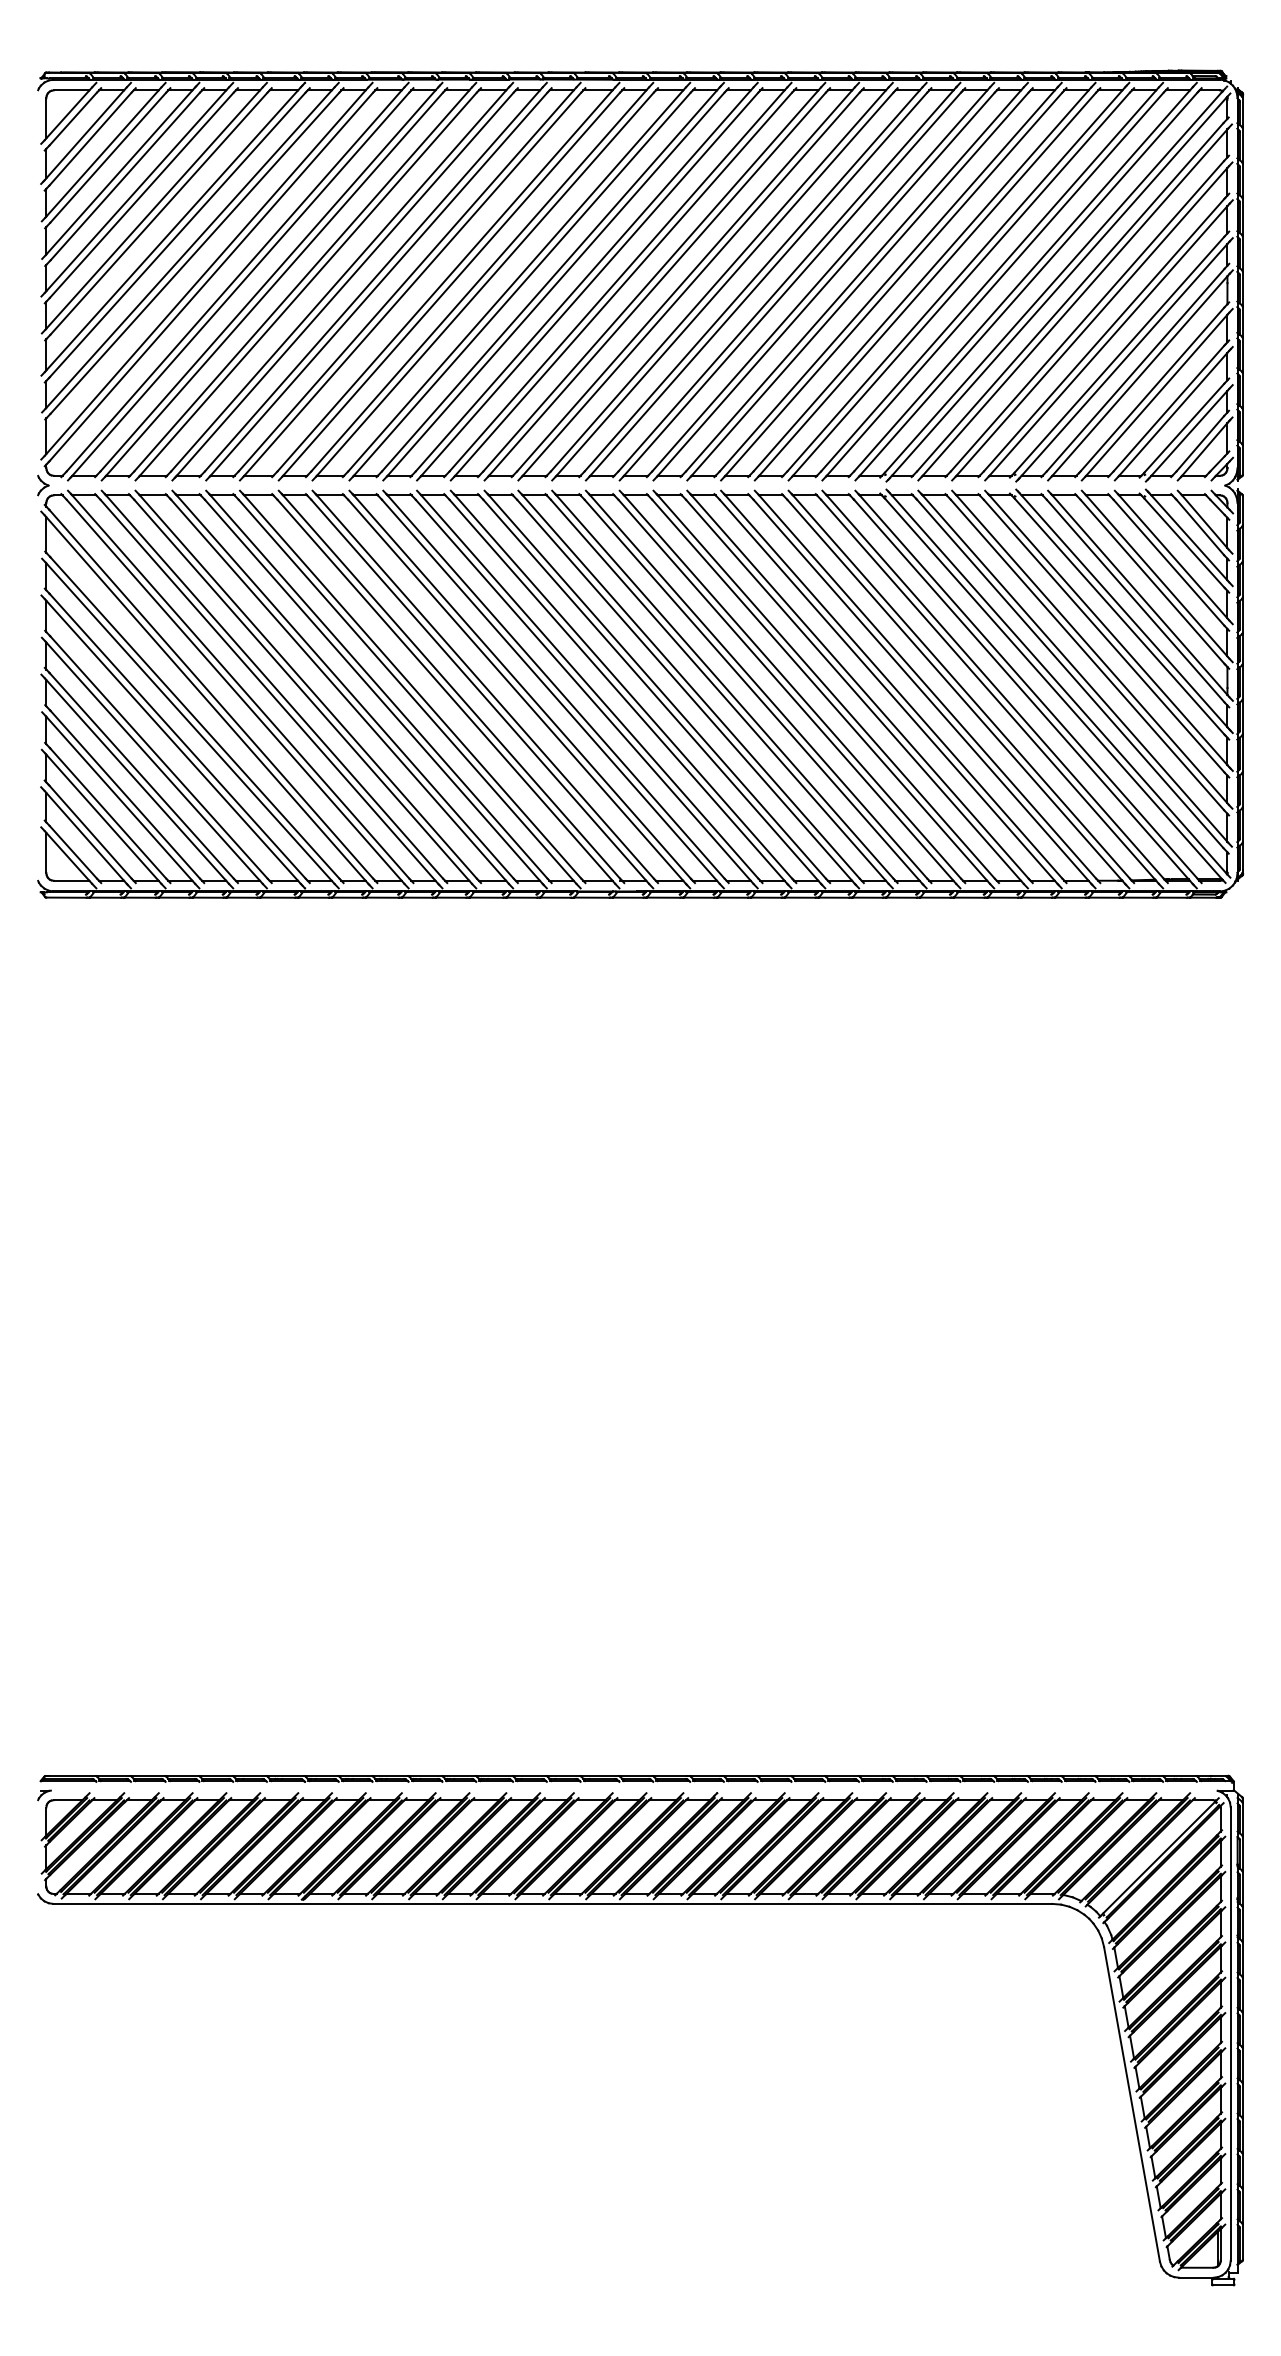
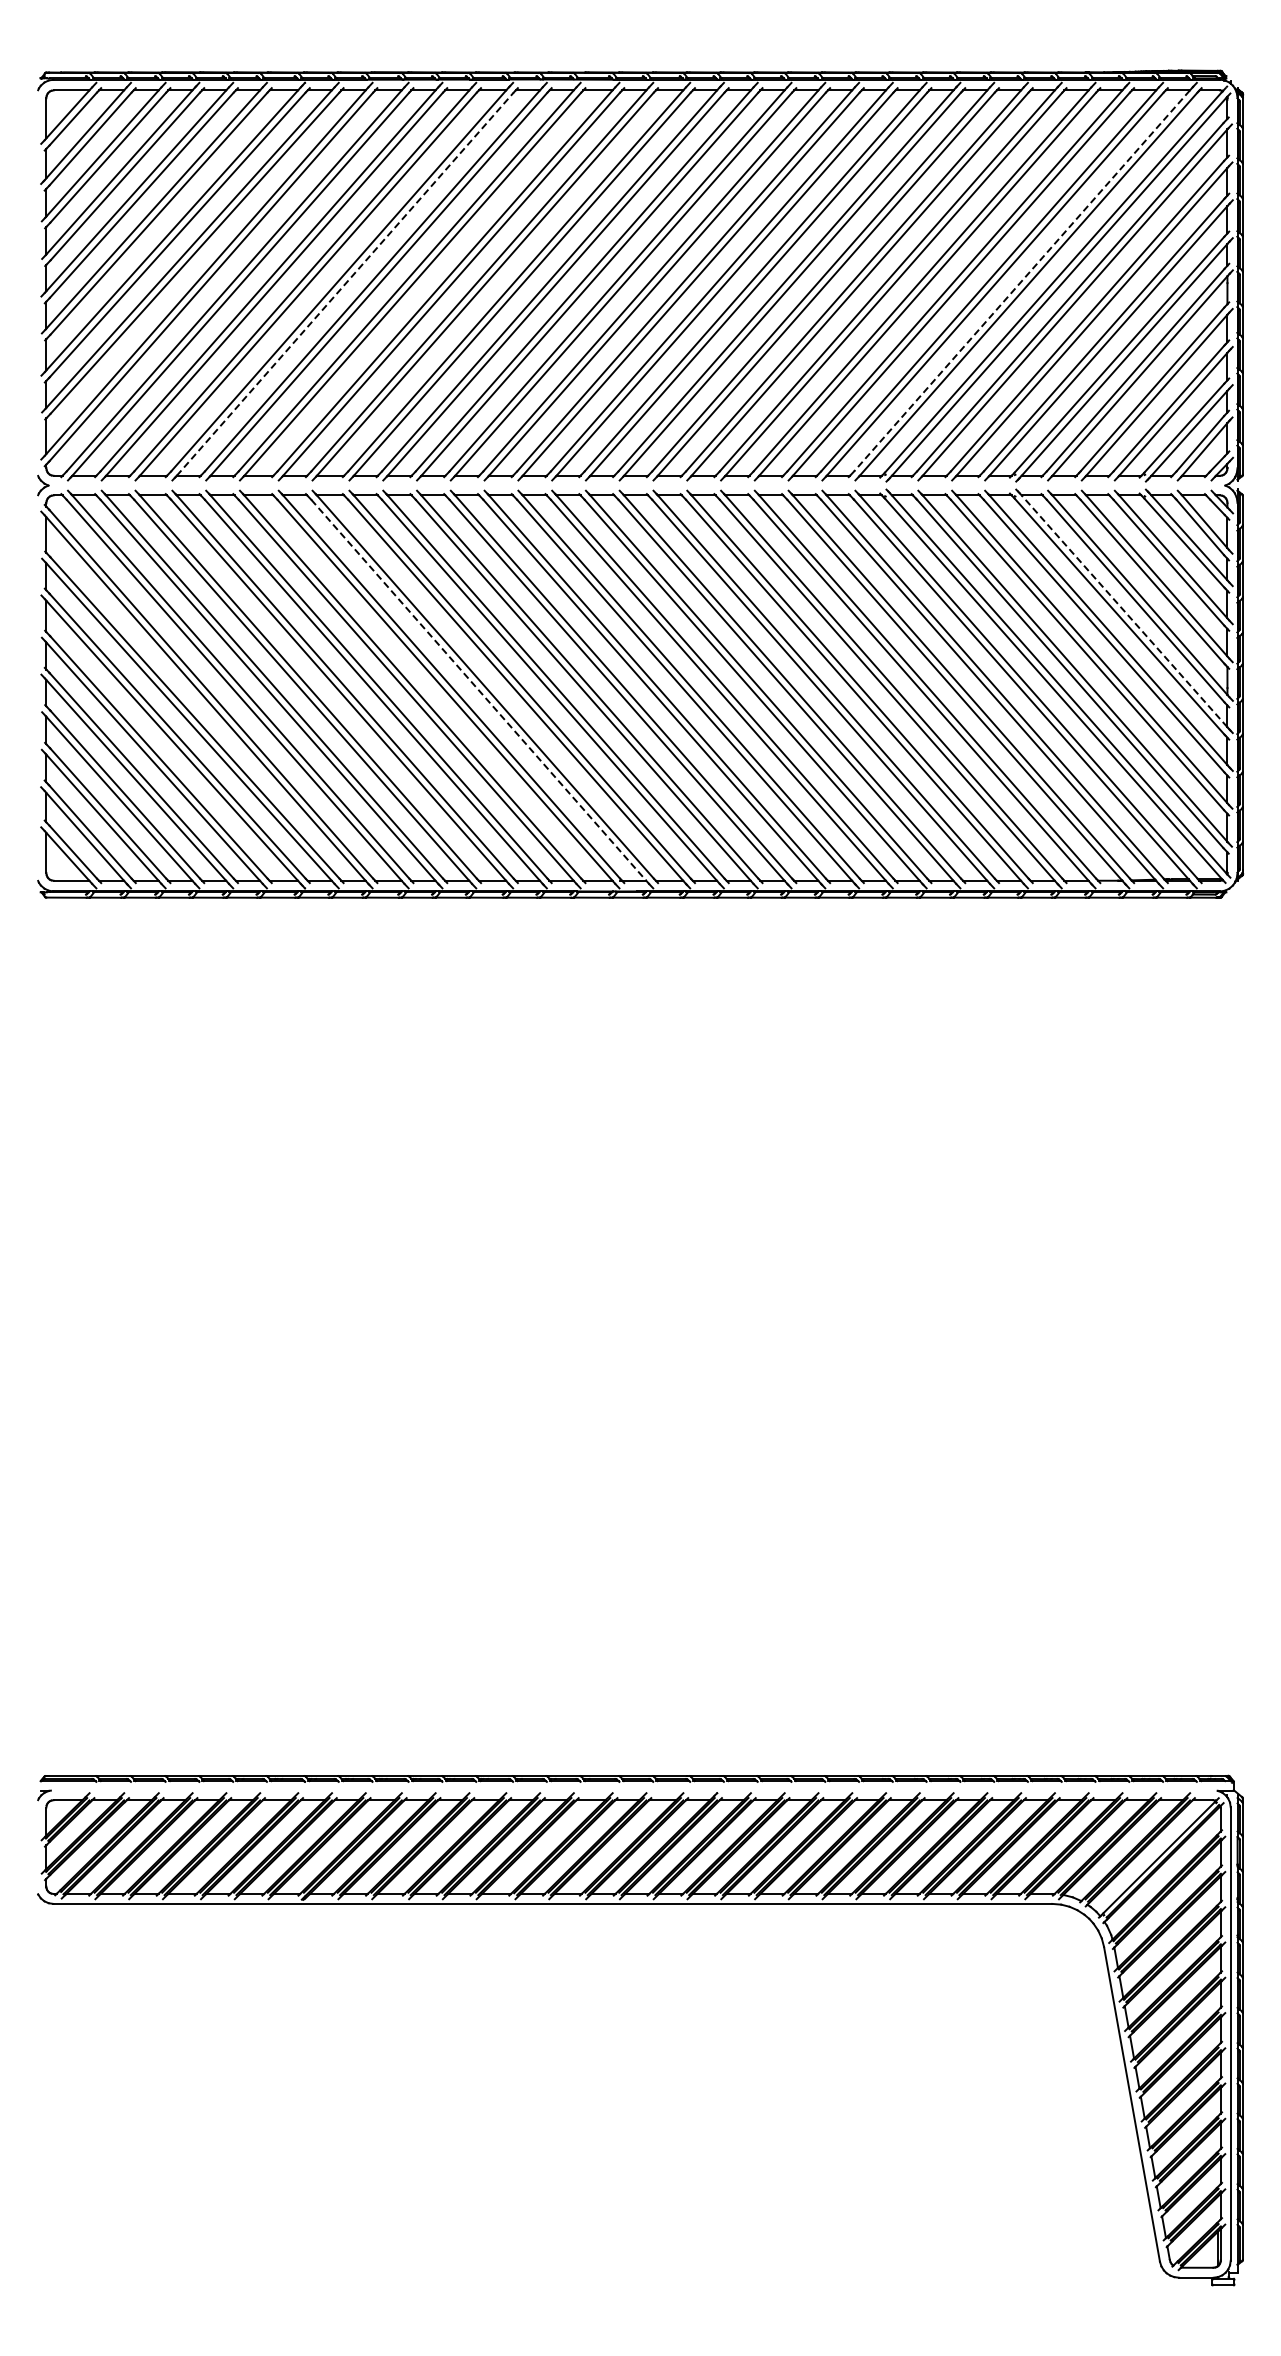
line at (1022, 280): solid -> dashed
line at (345, 283): solid -> dashed
line at (1124, 611): solid -> dashed
line at (478, 690): solid -> dashed
